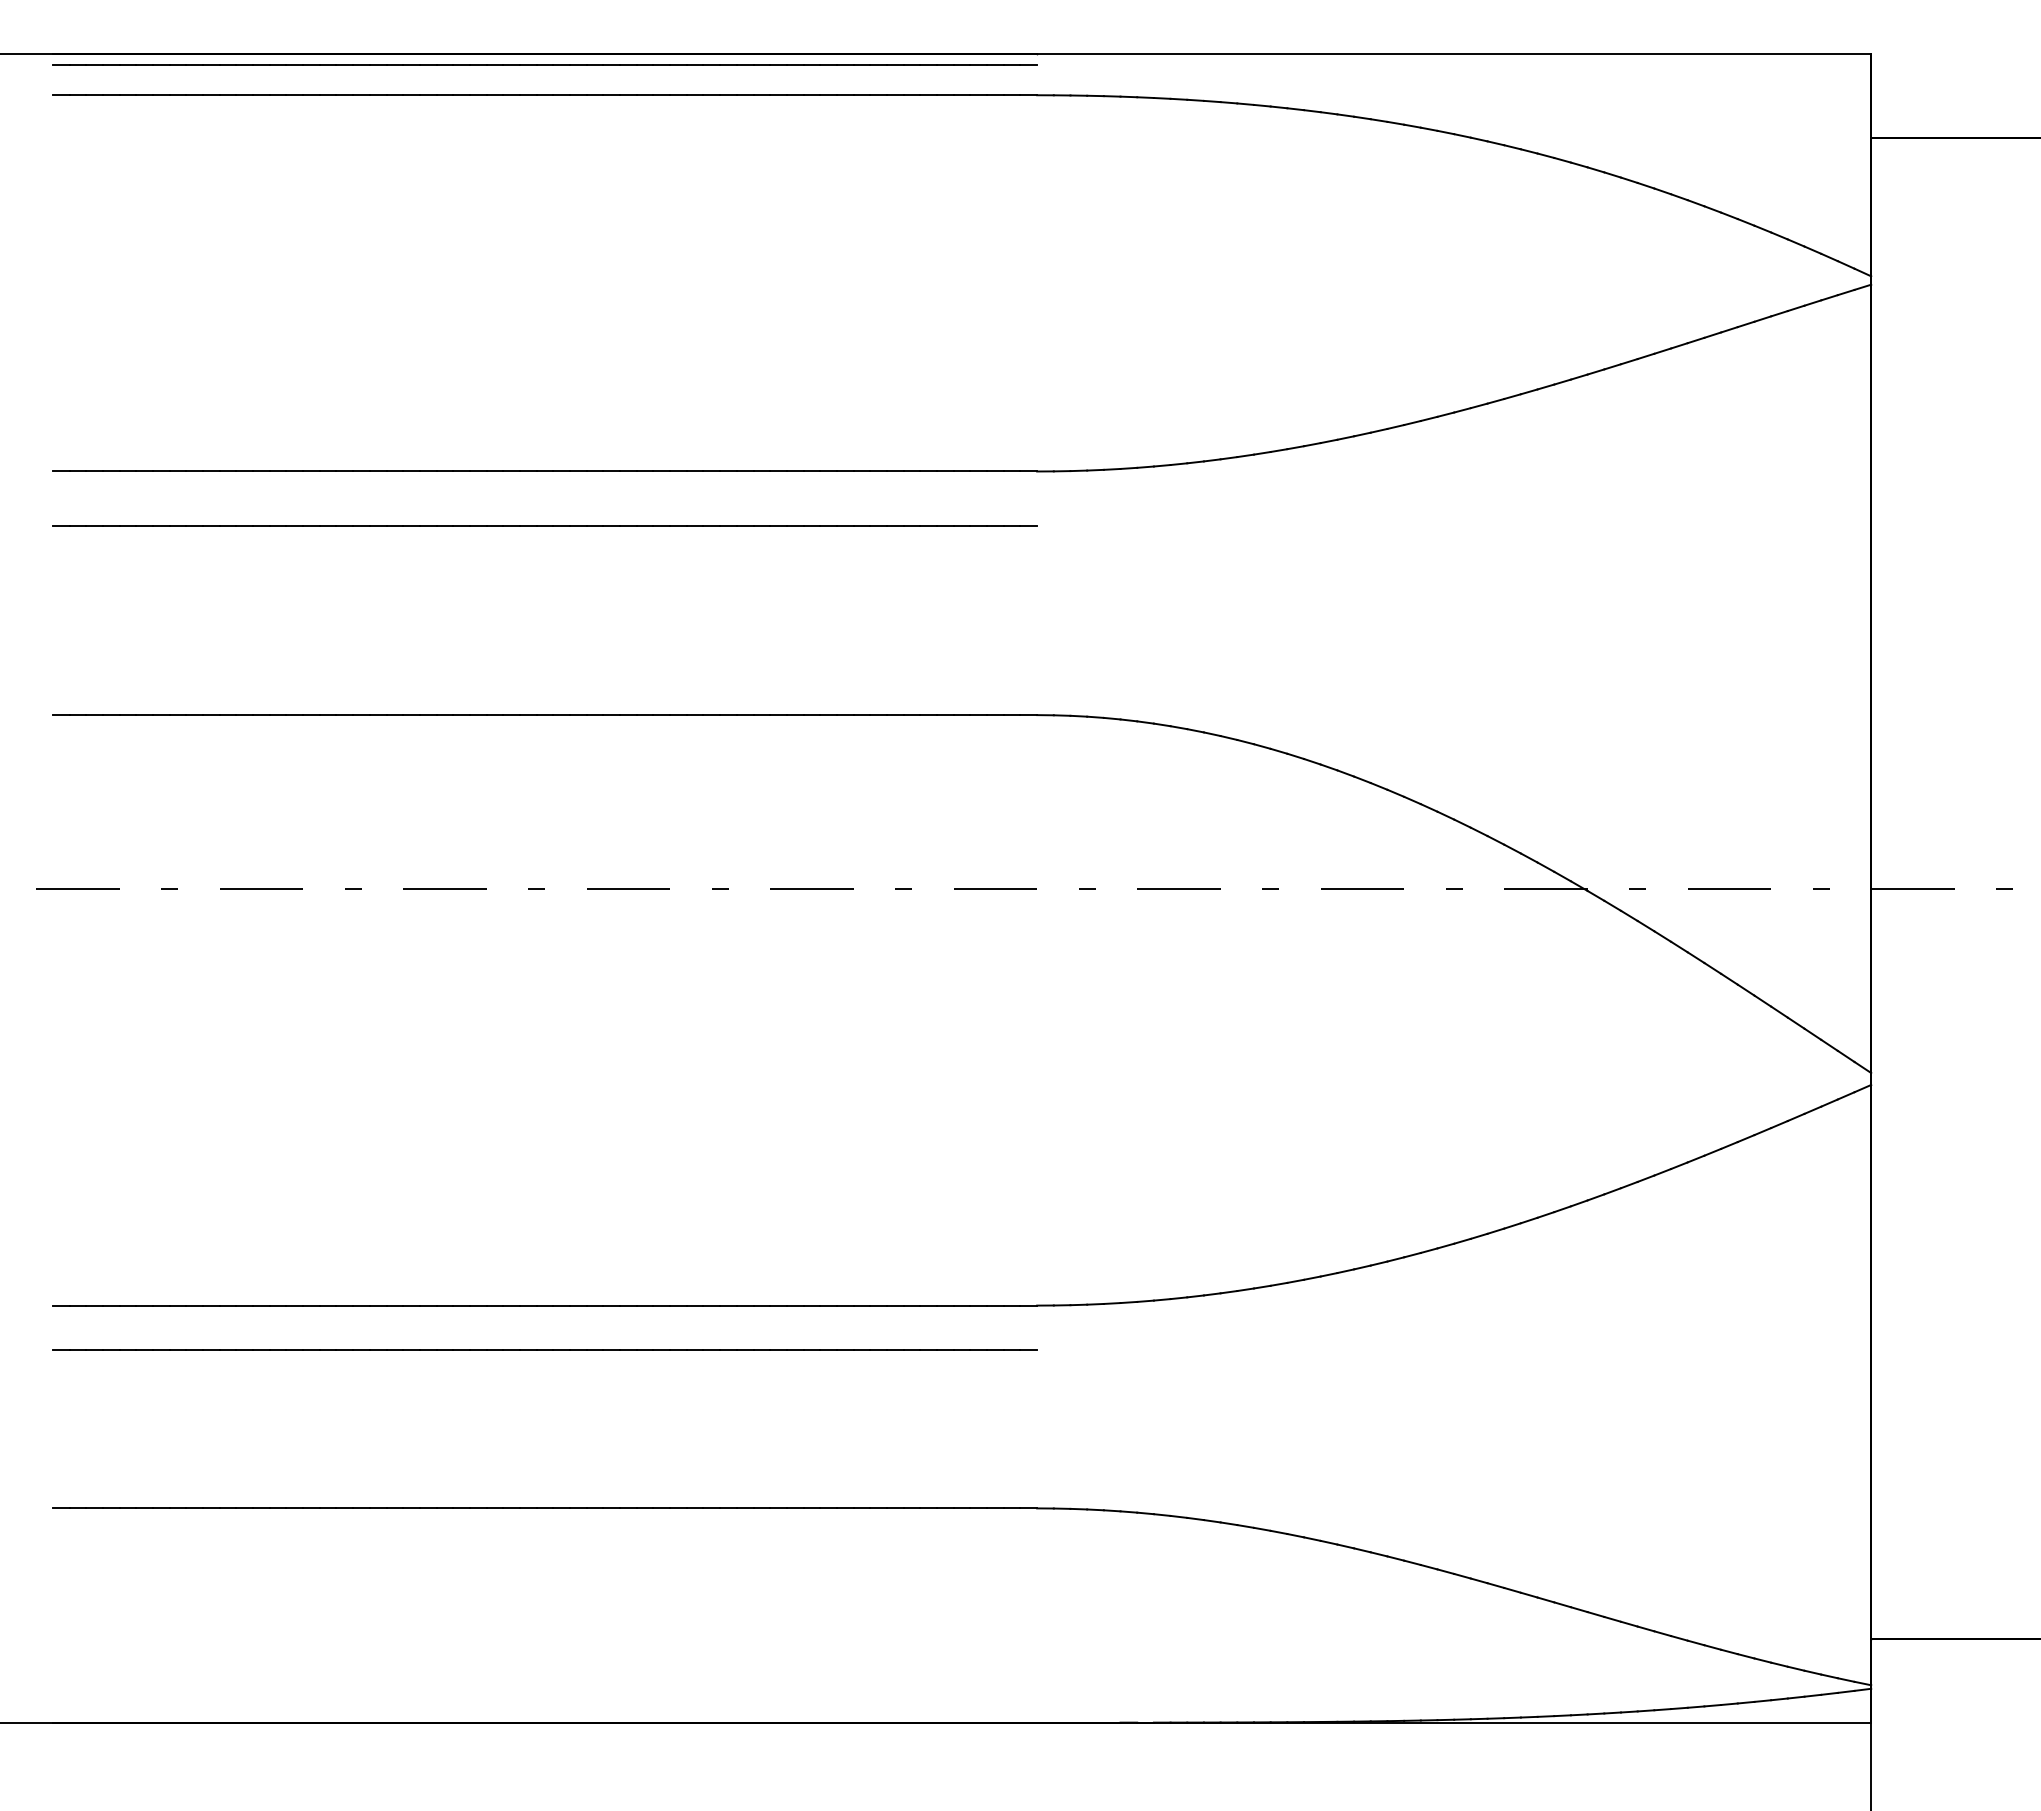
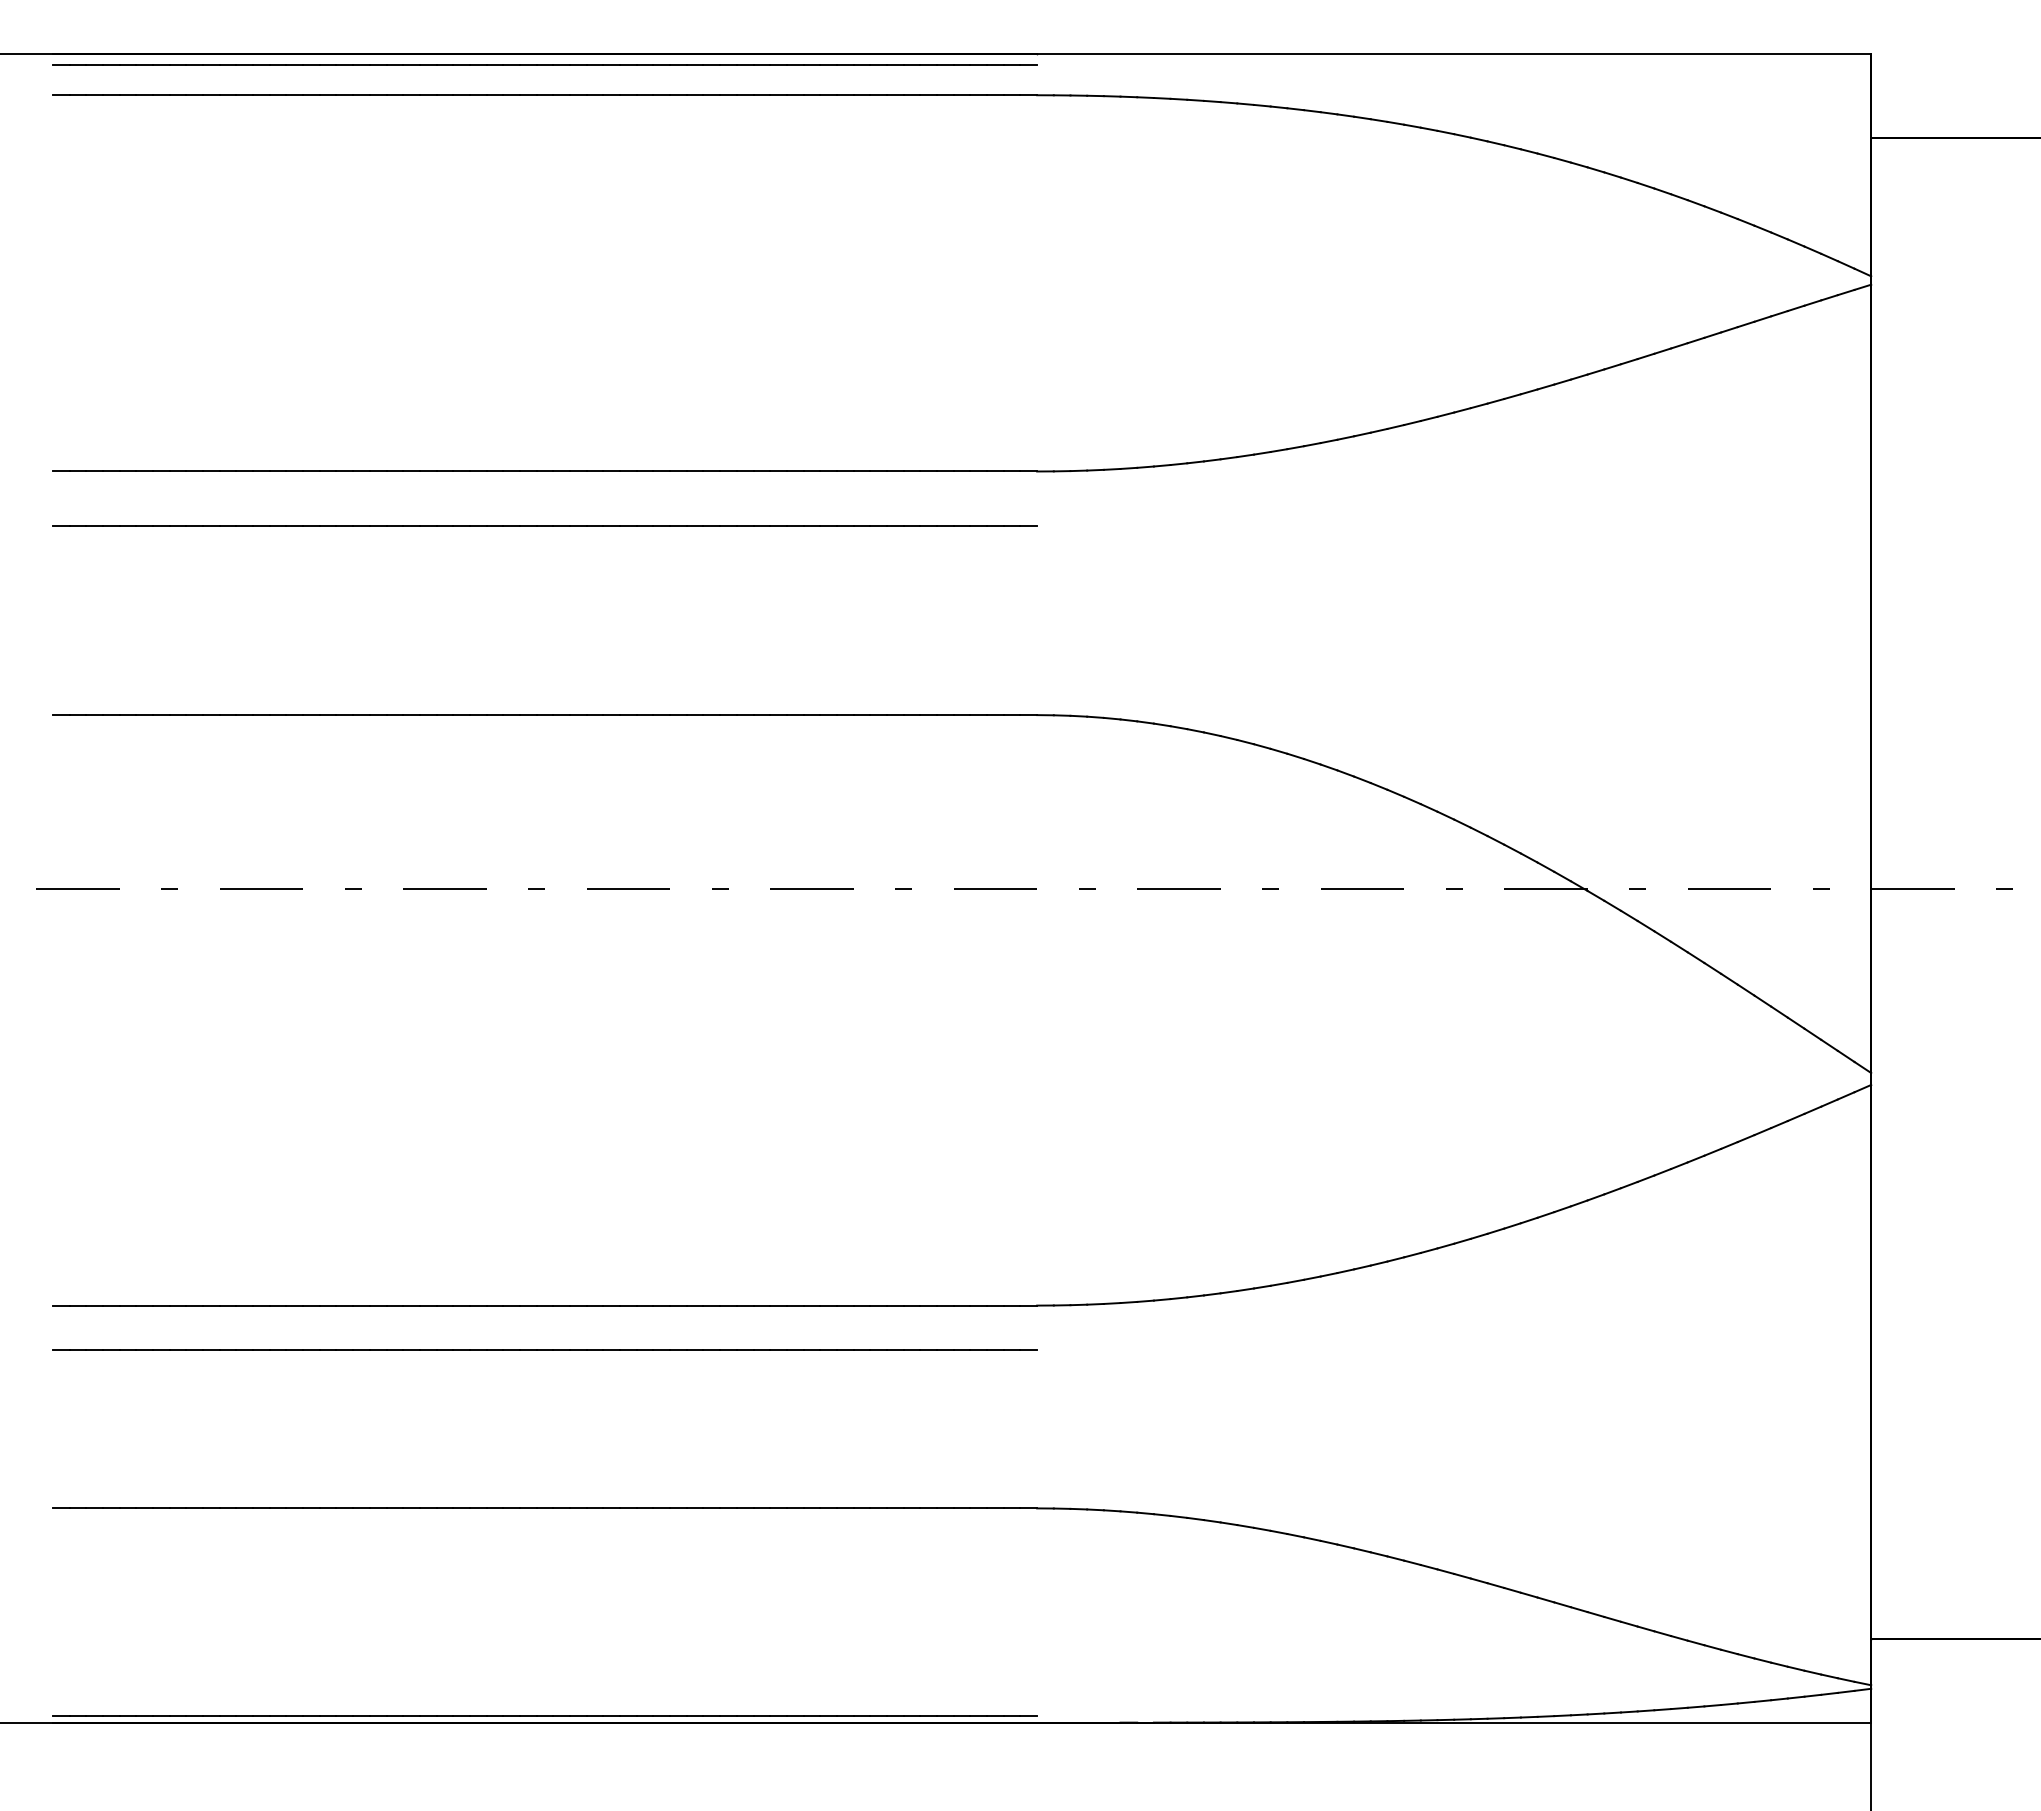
line at (544, 1715): none -> present
